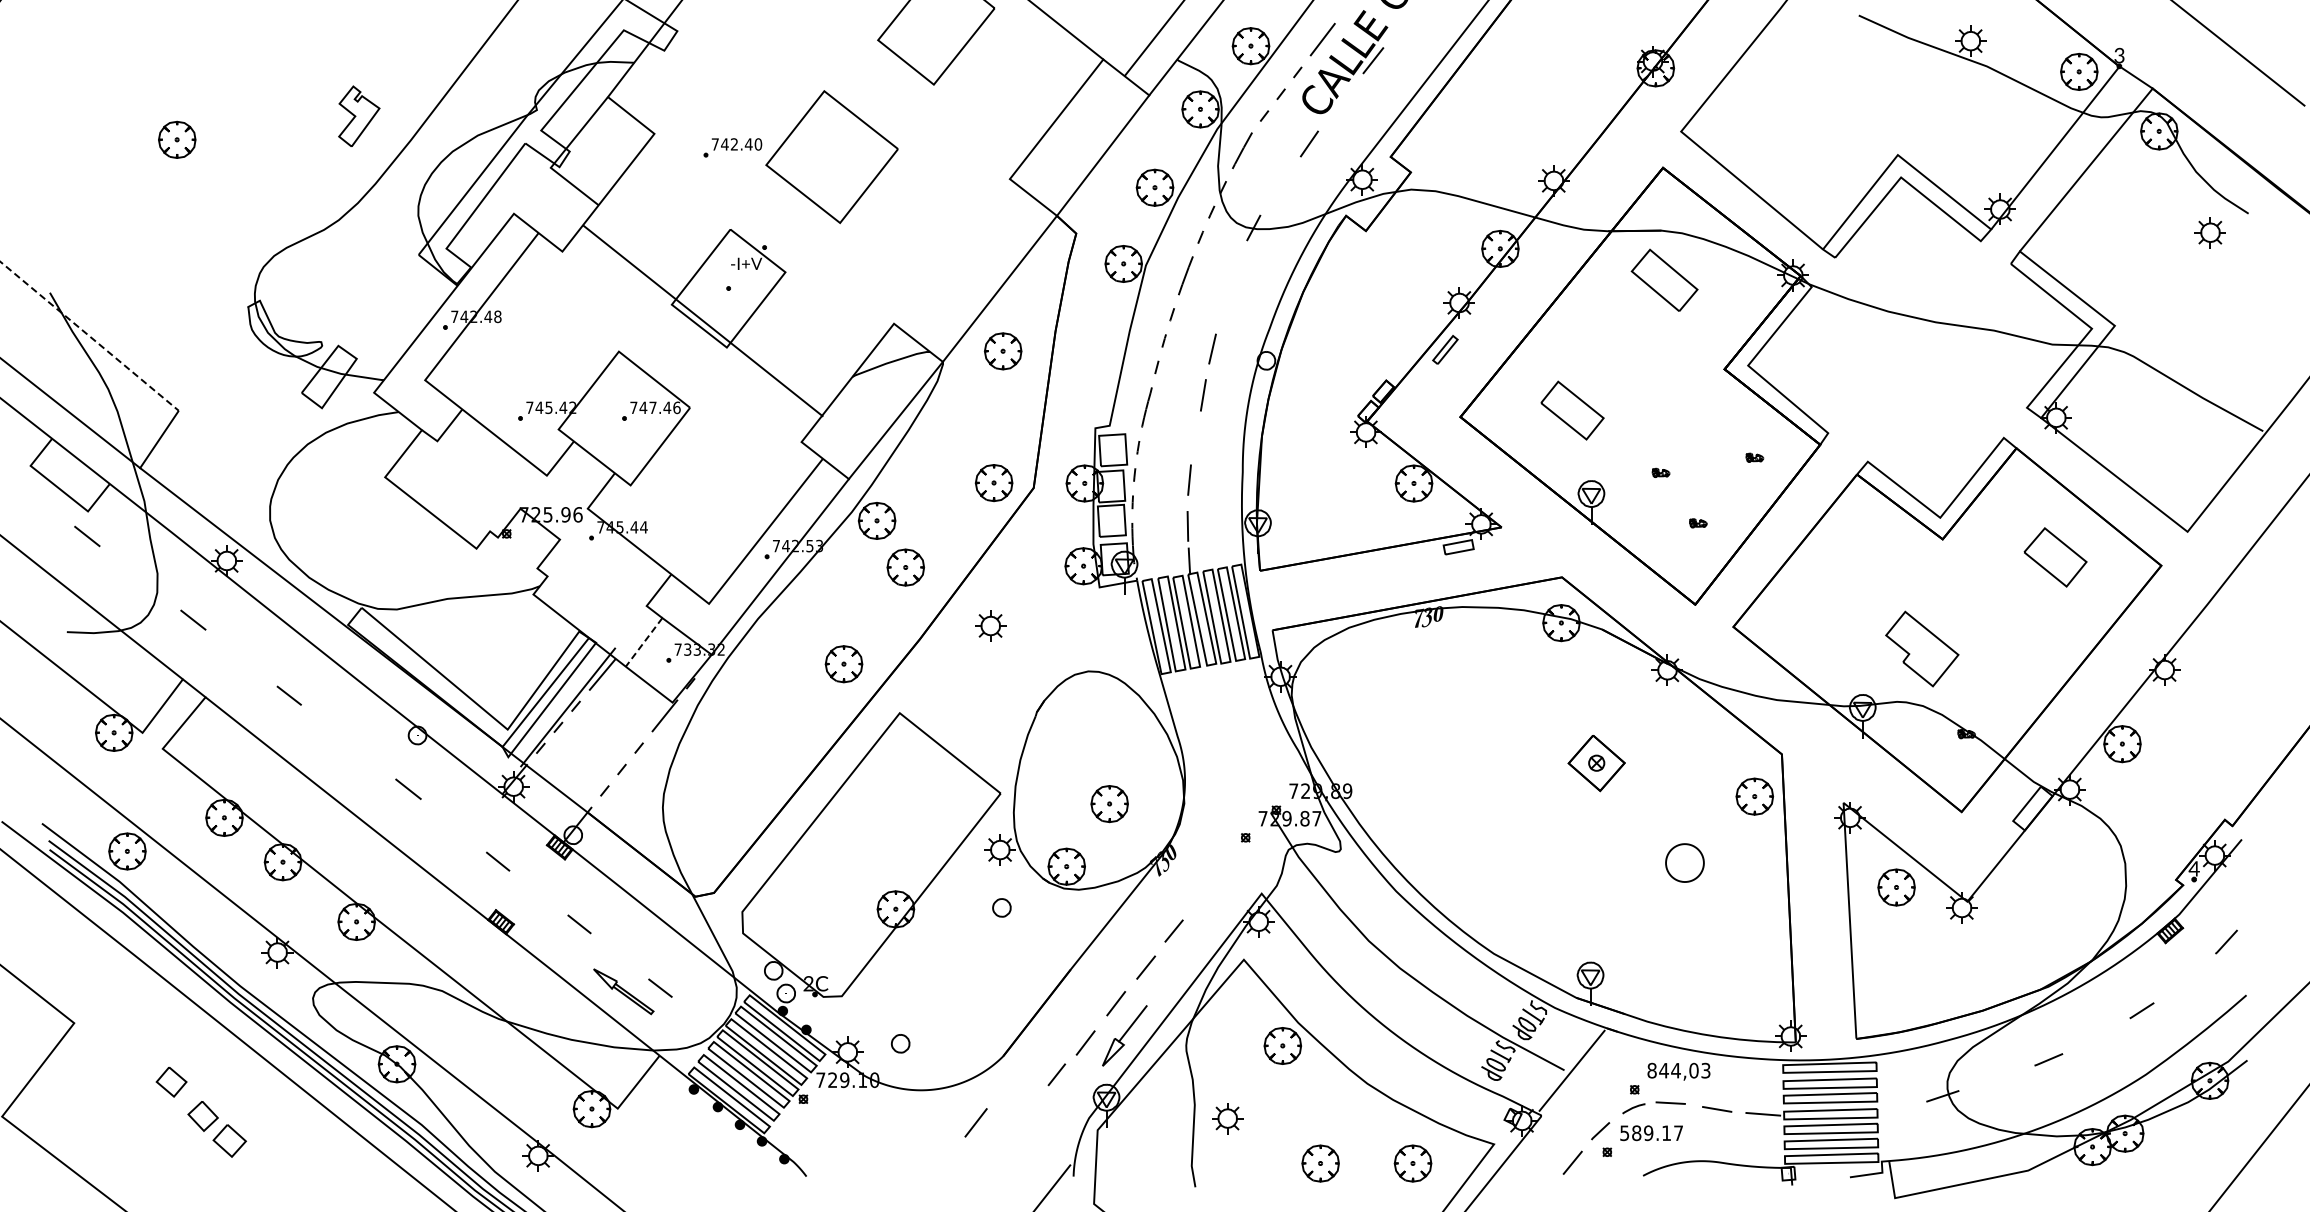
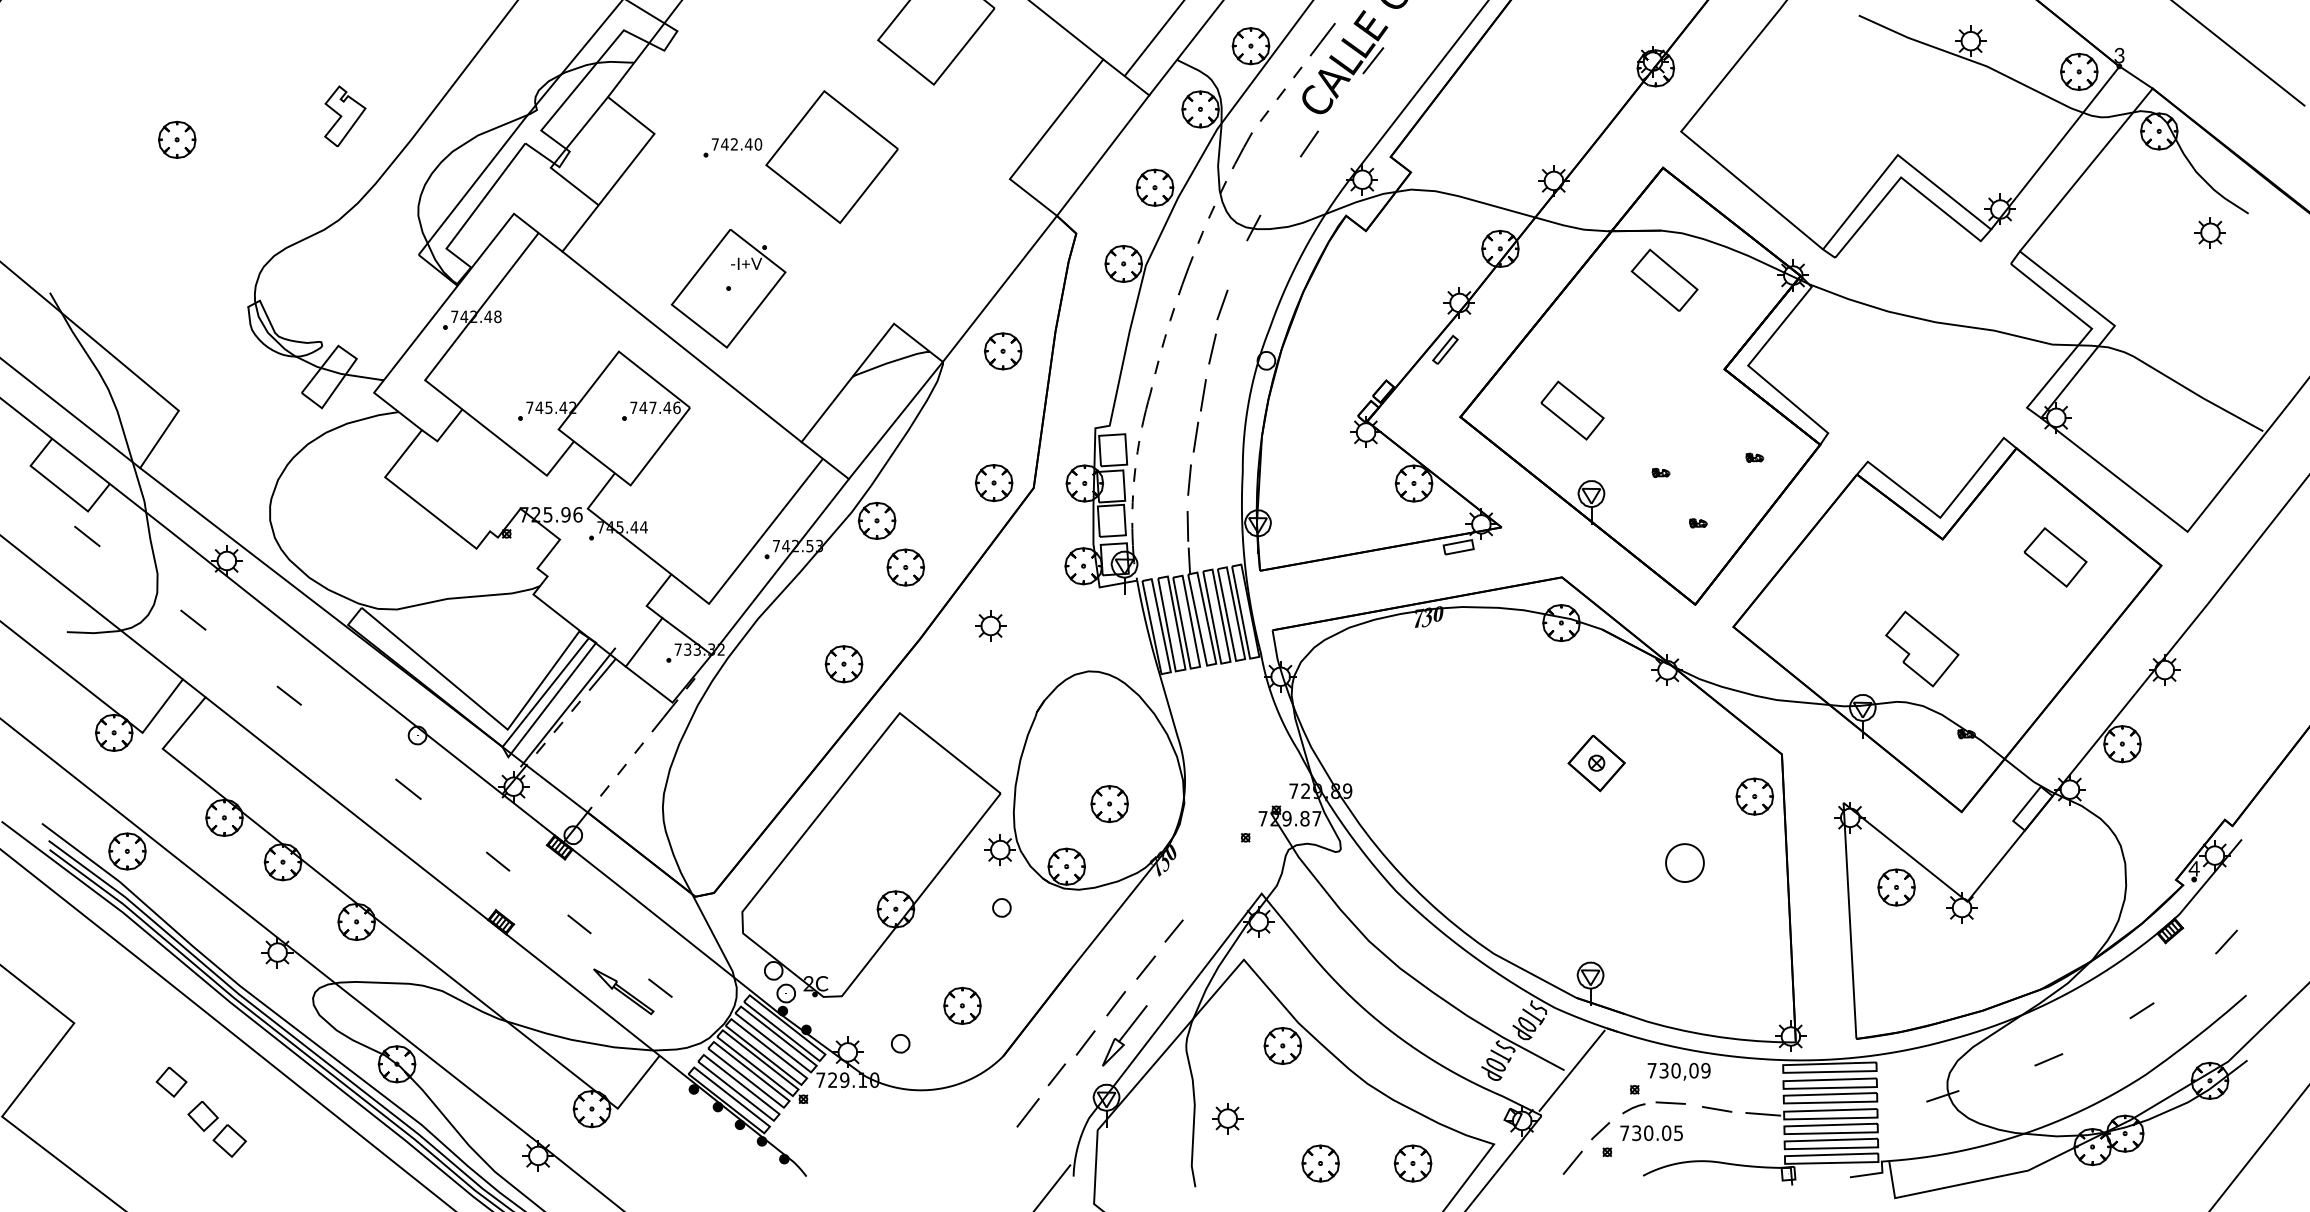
part at (359, 115) position: (359, 115) -> (345, 115)
line at (1222, 304): none -> present
line at (702, 320) position: (702, 320) -> (681, 346)
line at (90, 336): dashed -> solid
line at (1195, 436): none -> present
line at (643, 642): dashed -> solid
part at (962, 1005): none -> present
text at (1678, 1070): 844,03 -> 730,09
line at (975, 1122) position: (975, 1122) -> (1027, 1112)
text at (1651, 1133): 589.17 -> 730.05
